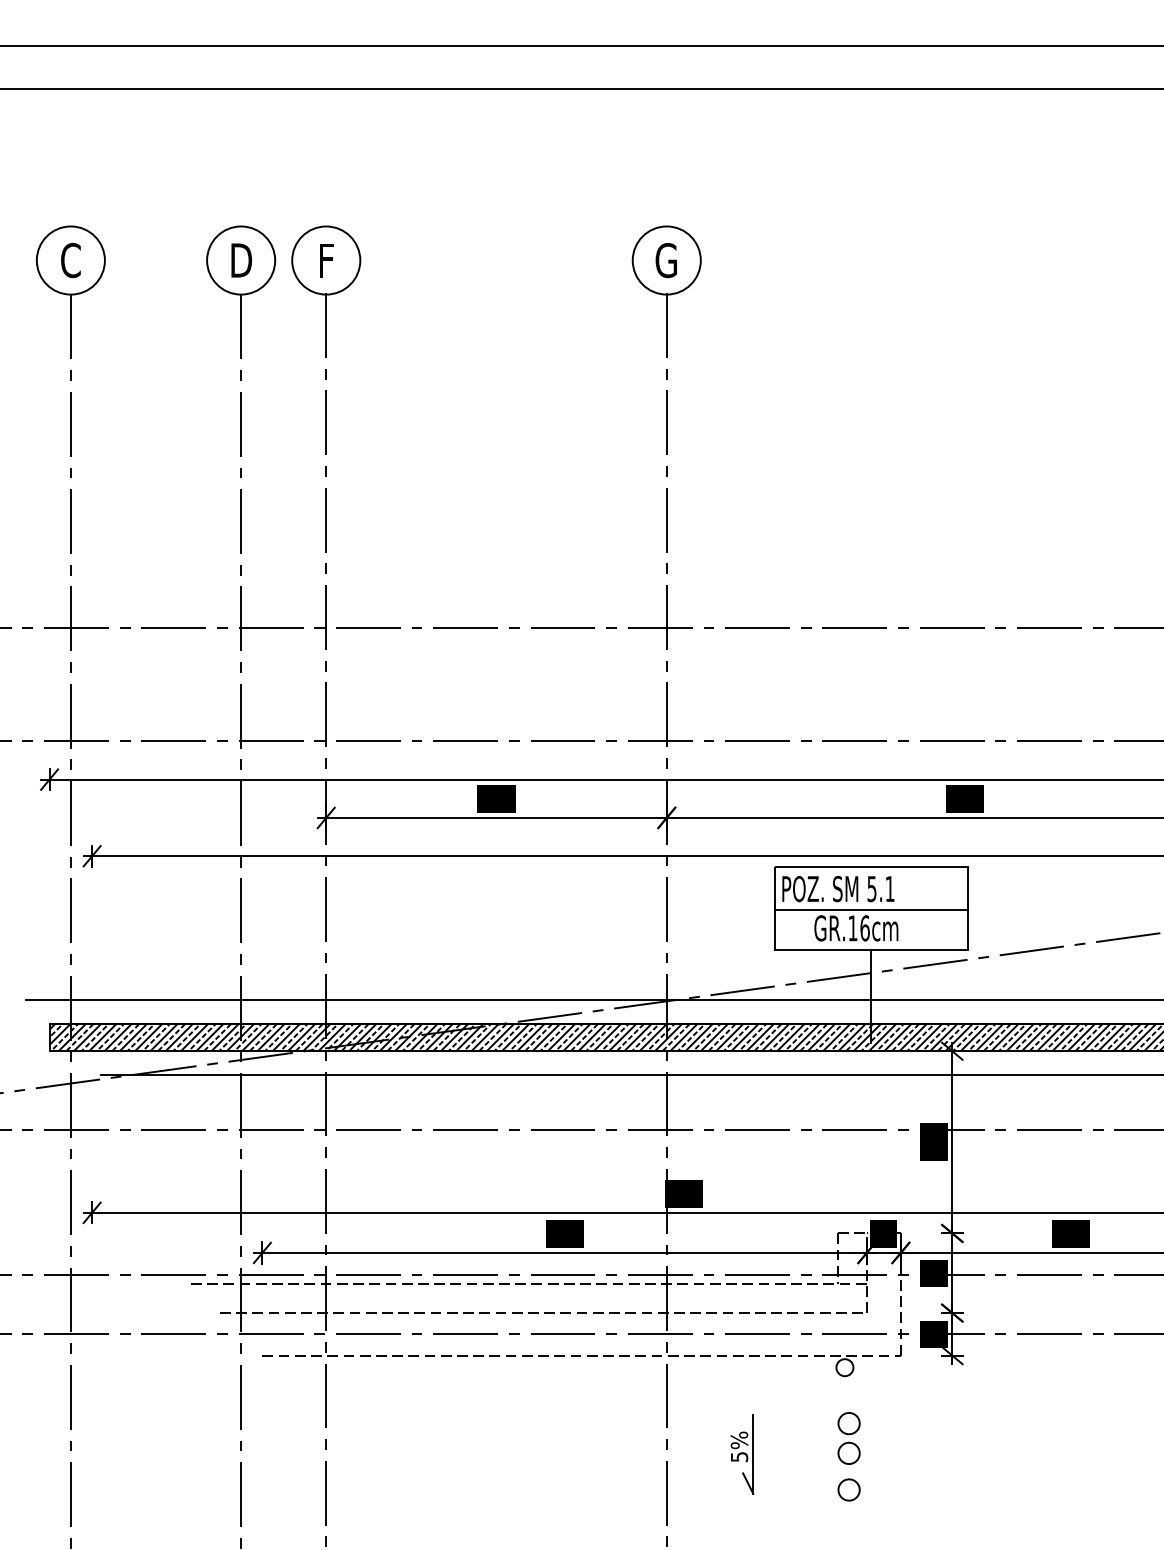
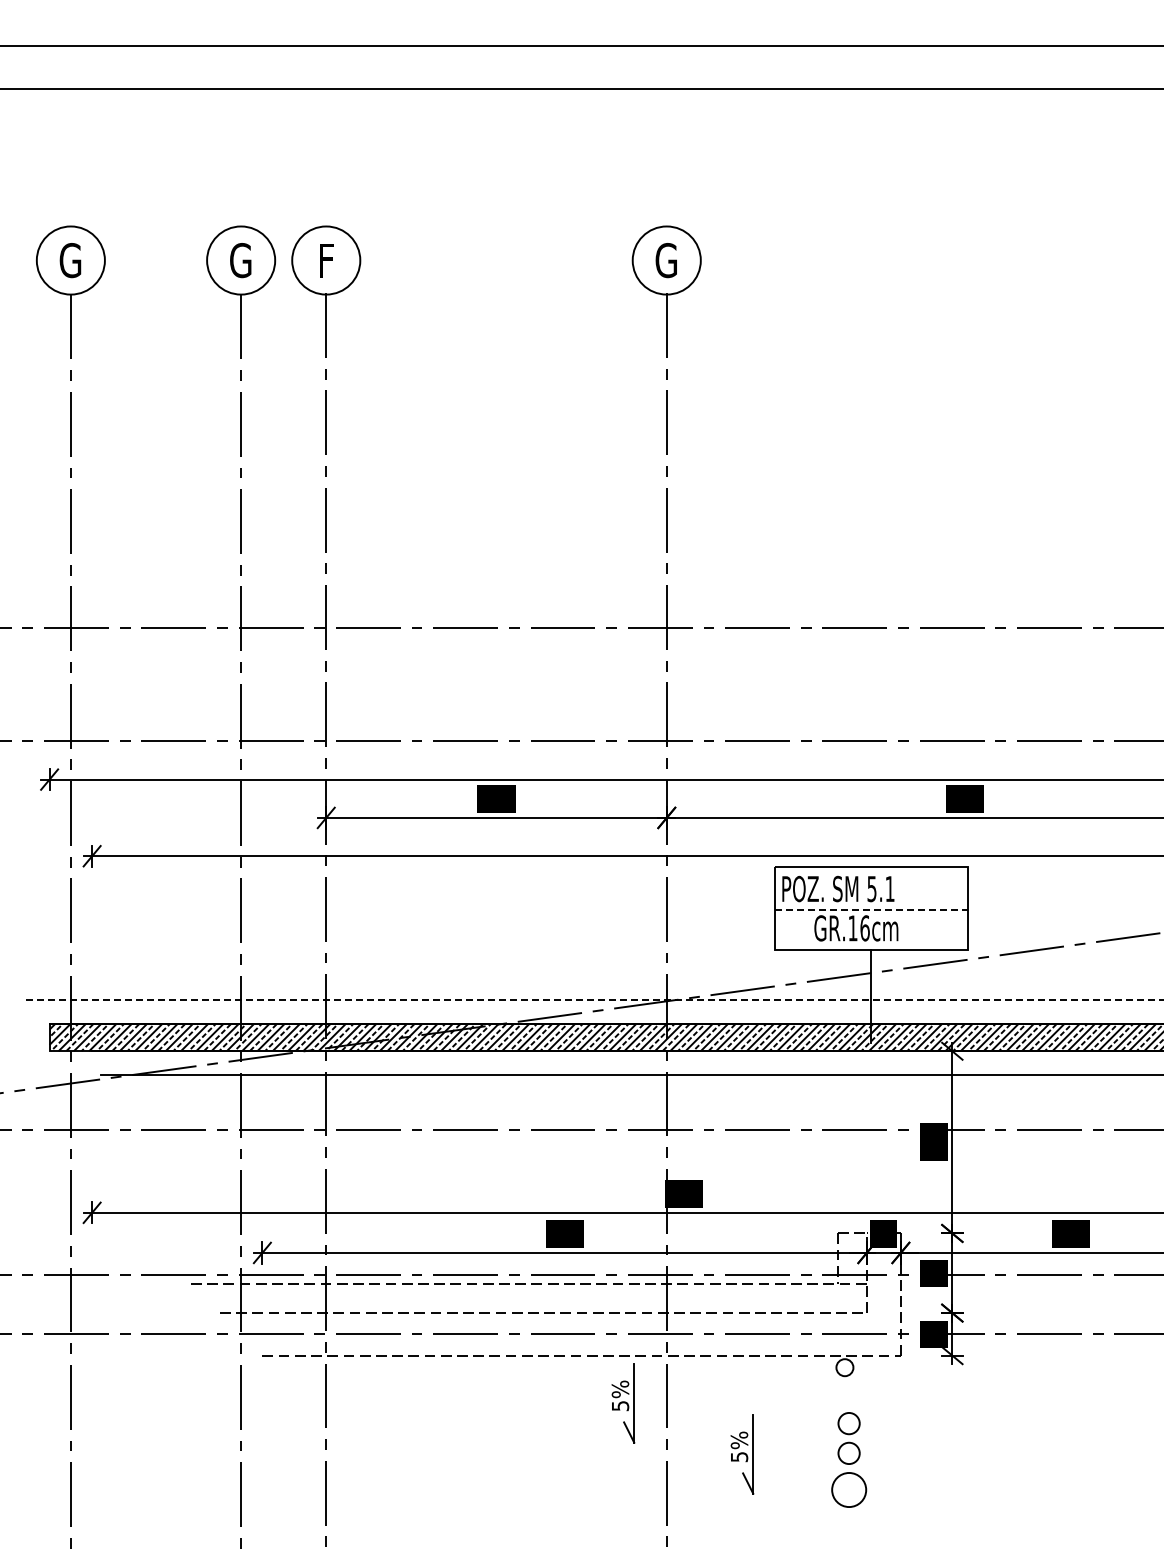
text at (70, 260): C -> G
text at (240, 260): D -> G
line at (871, 910): solid -> dashed
line at (594, 1000): solid -> dashed
part at (623, 1403): none -> present
circle at (848, 1489) size: 24x24 px -> 37x36 px
